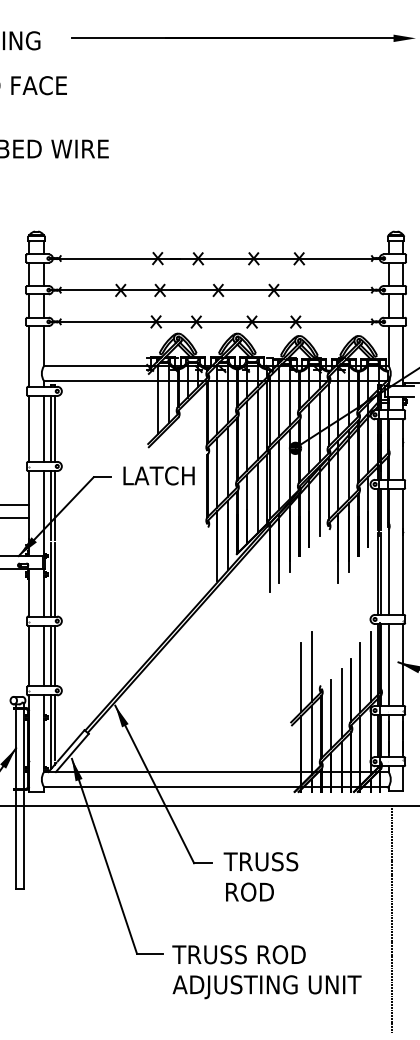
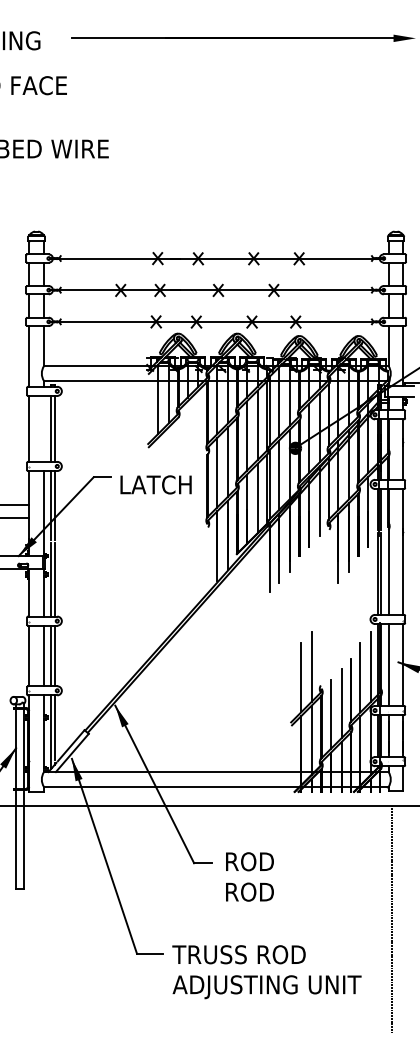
line at (44, 428): present -> none
text at (158, 475) position: (158, 475) -> (155, 484)
text at (260, 861): TRUSS -> ROD
